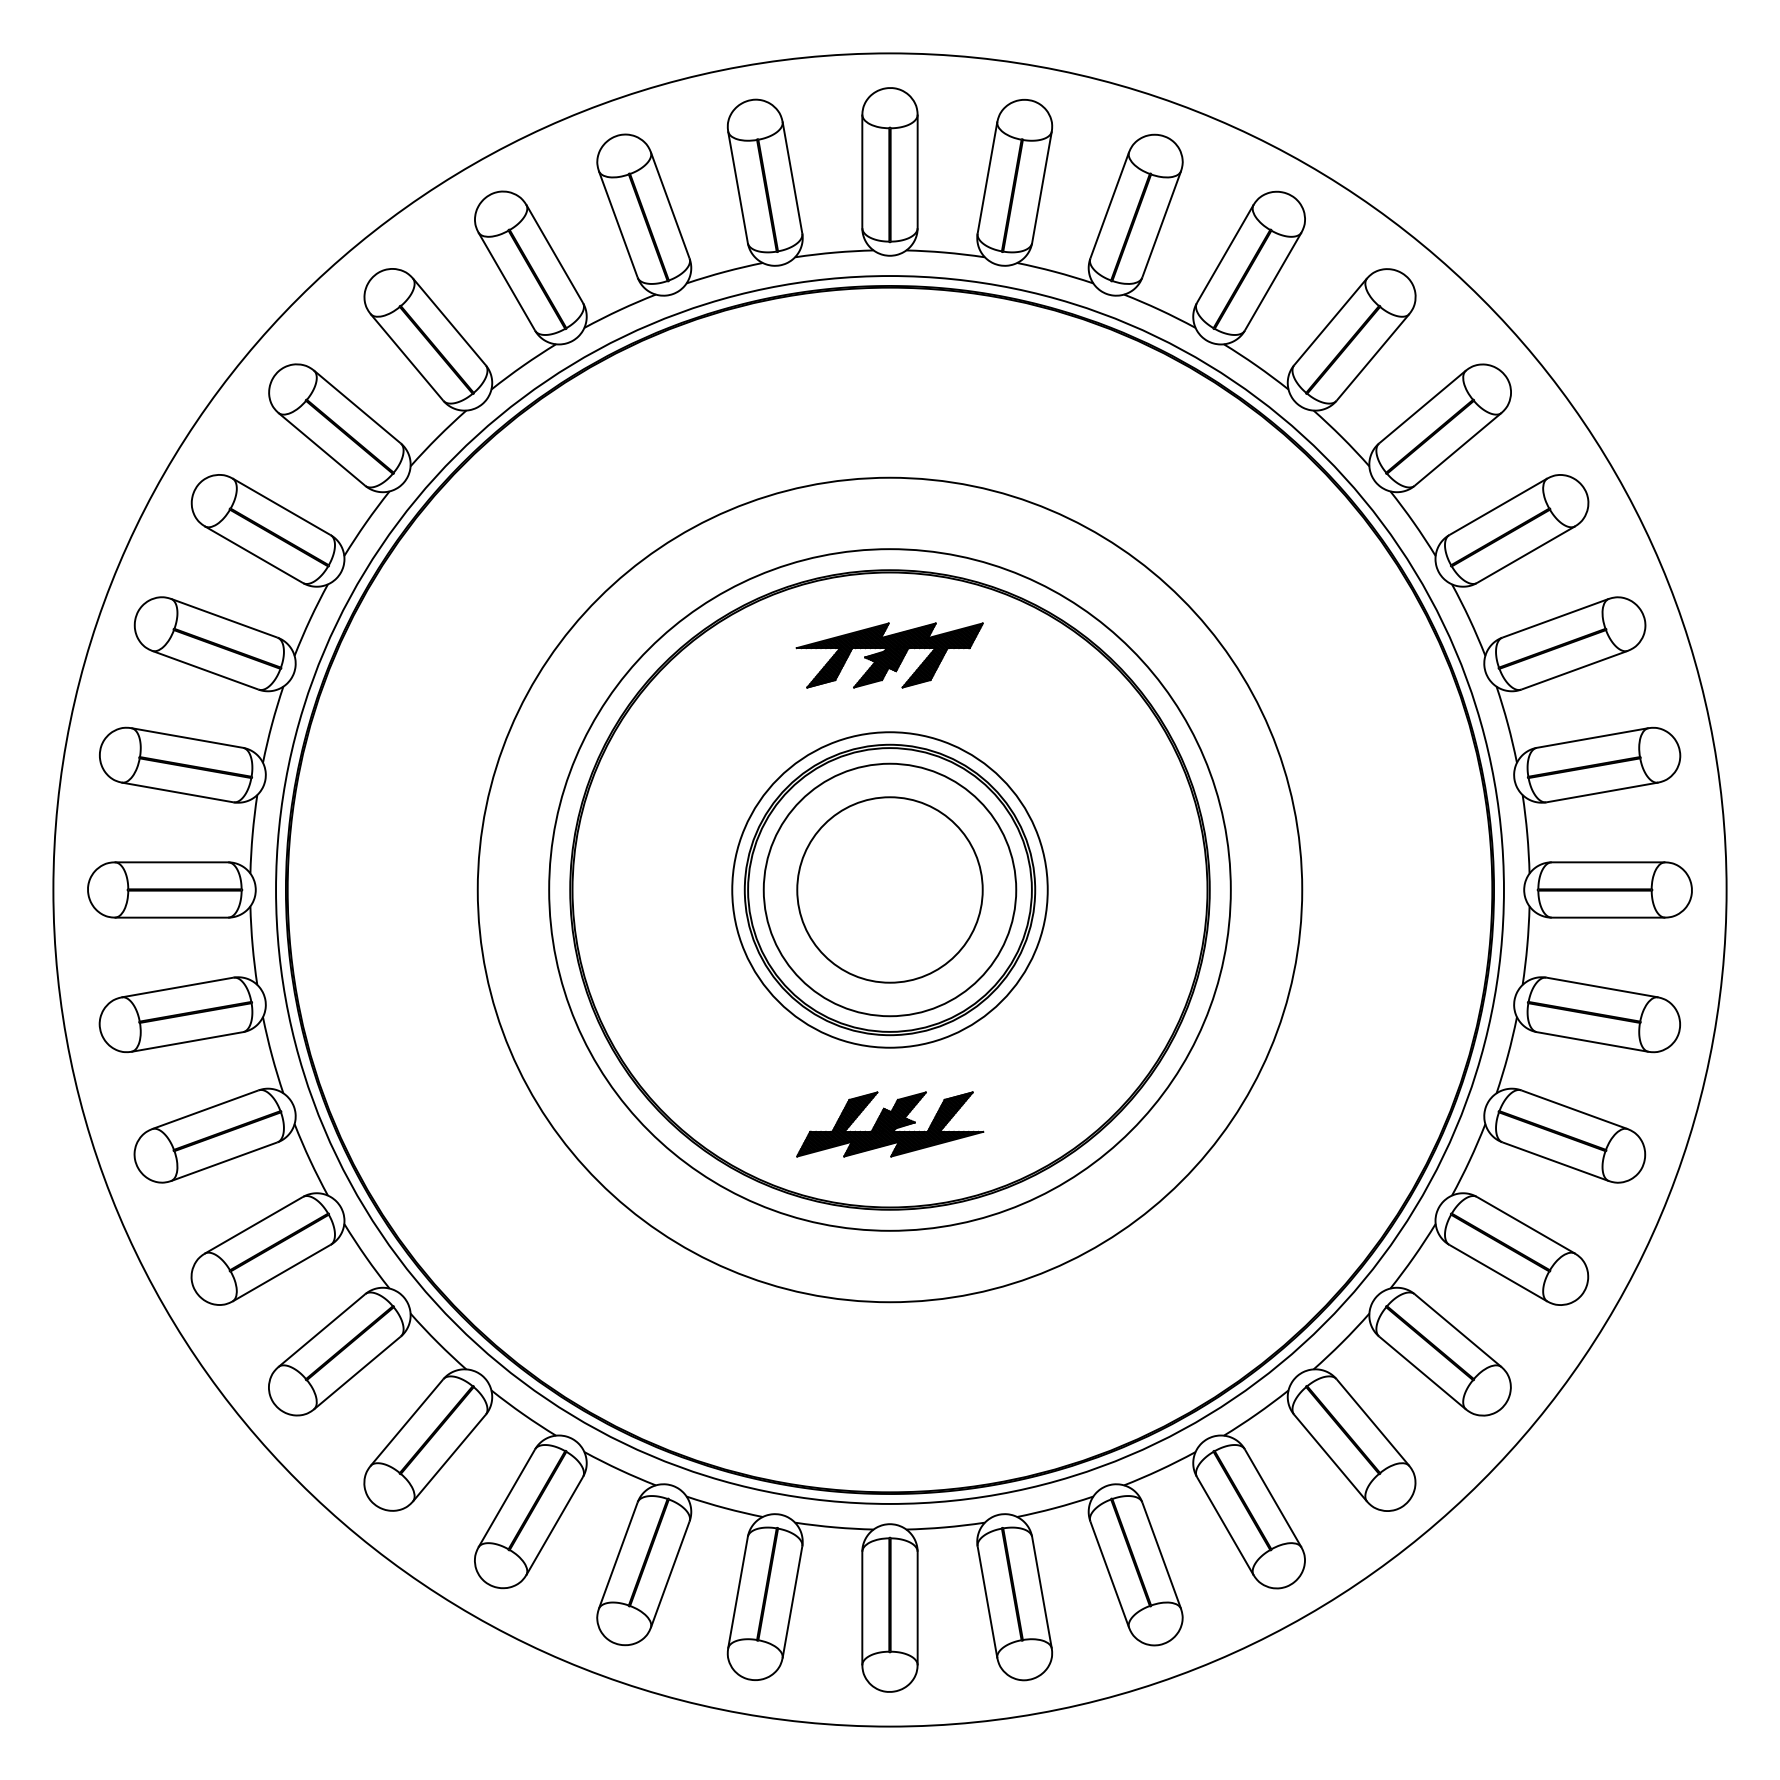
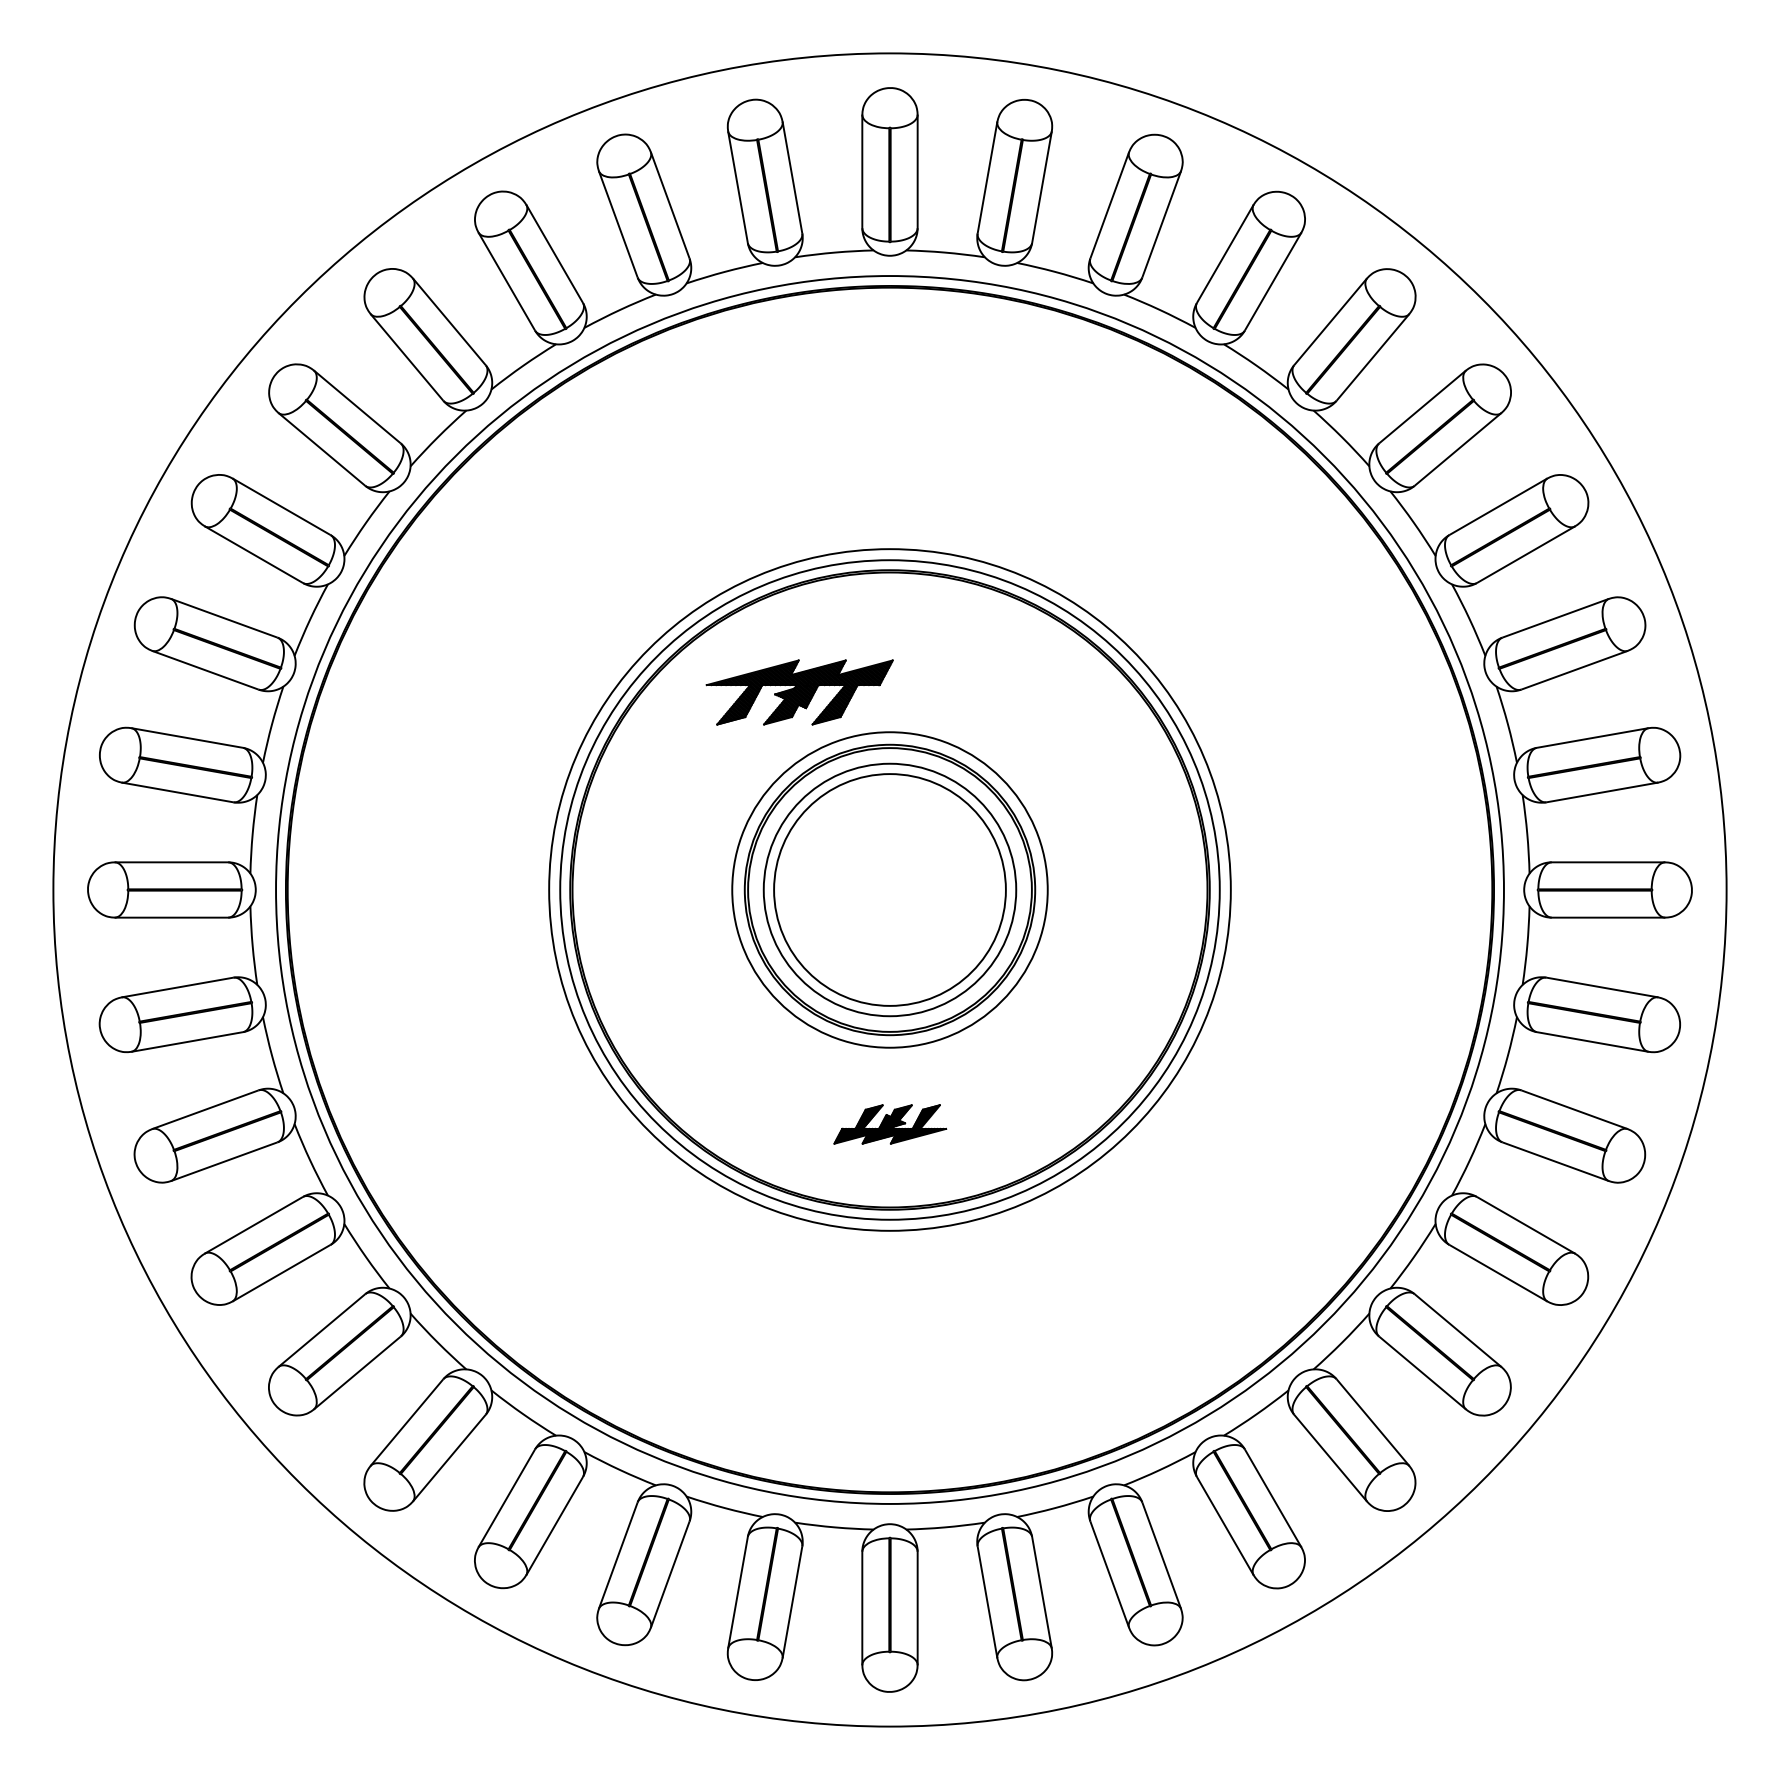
part at (889, 655) position: (889, 655) -> (799, 692)
circle at (889, 889) diameter: 185 px -> 232 px
circle at (889, 889) diameter: 824 px -> 660 px
part at (890, 1124) size: 189x67 px -> 115x41 px
